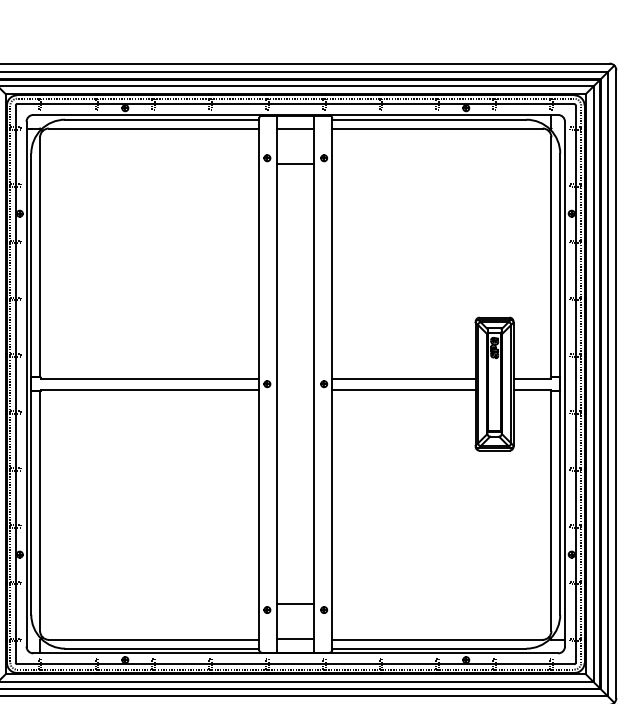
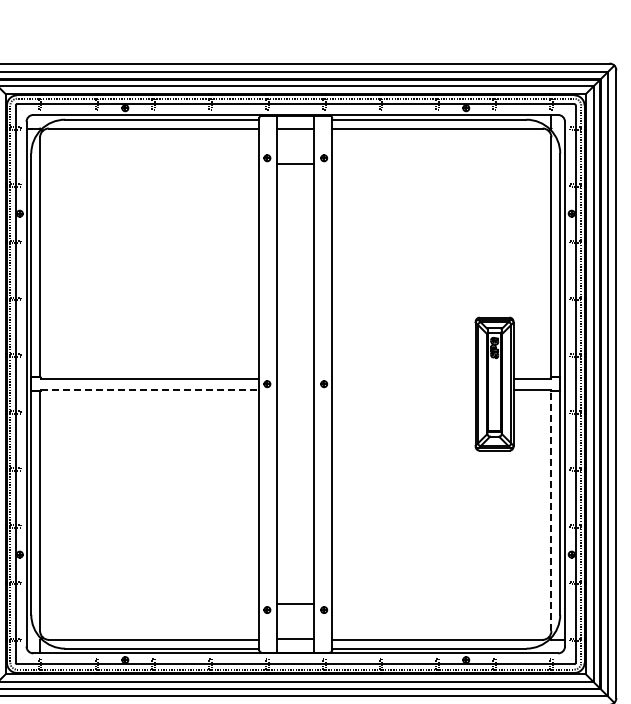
line at (403, 378): present -> none
line at (150, 389): solid -> dashed
line at (403, 389): present -> none
line at (551, 511): solid -> dashed
